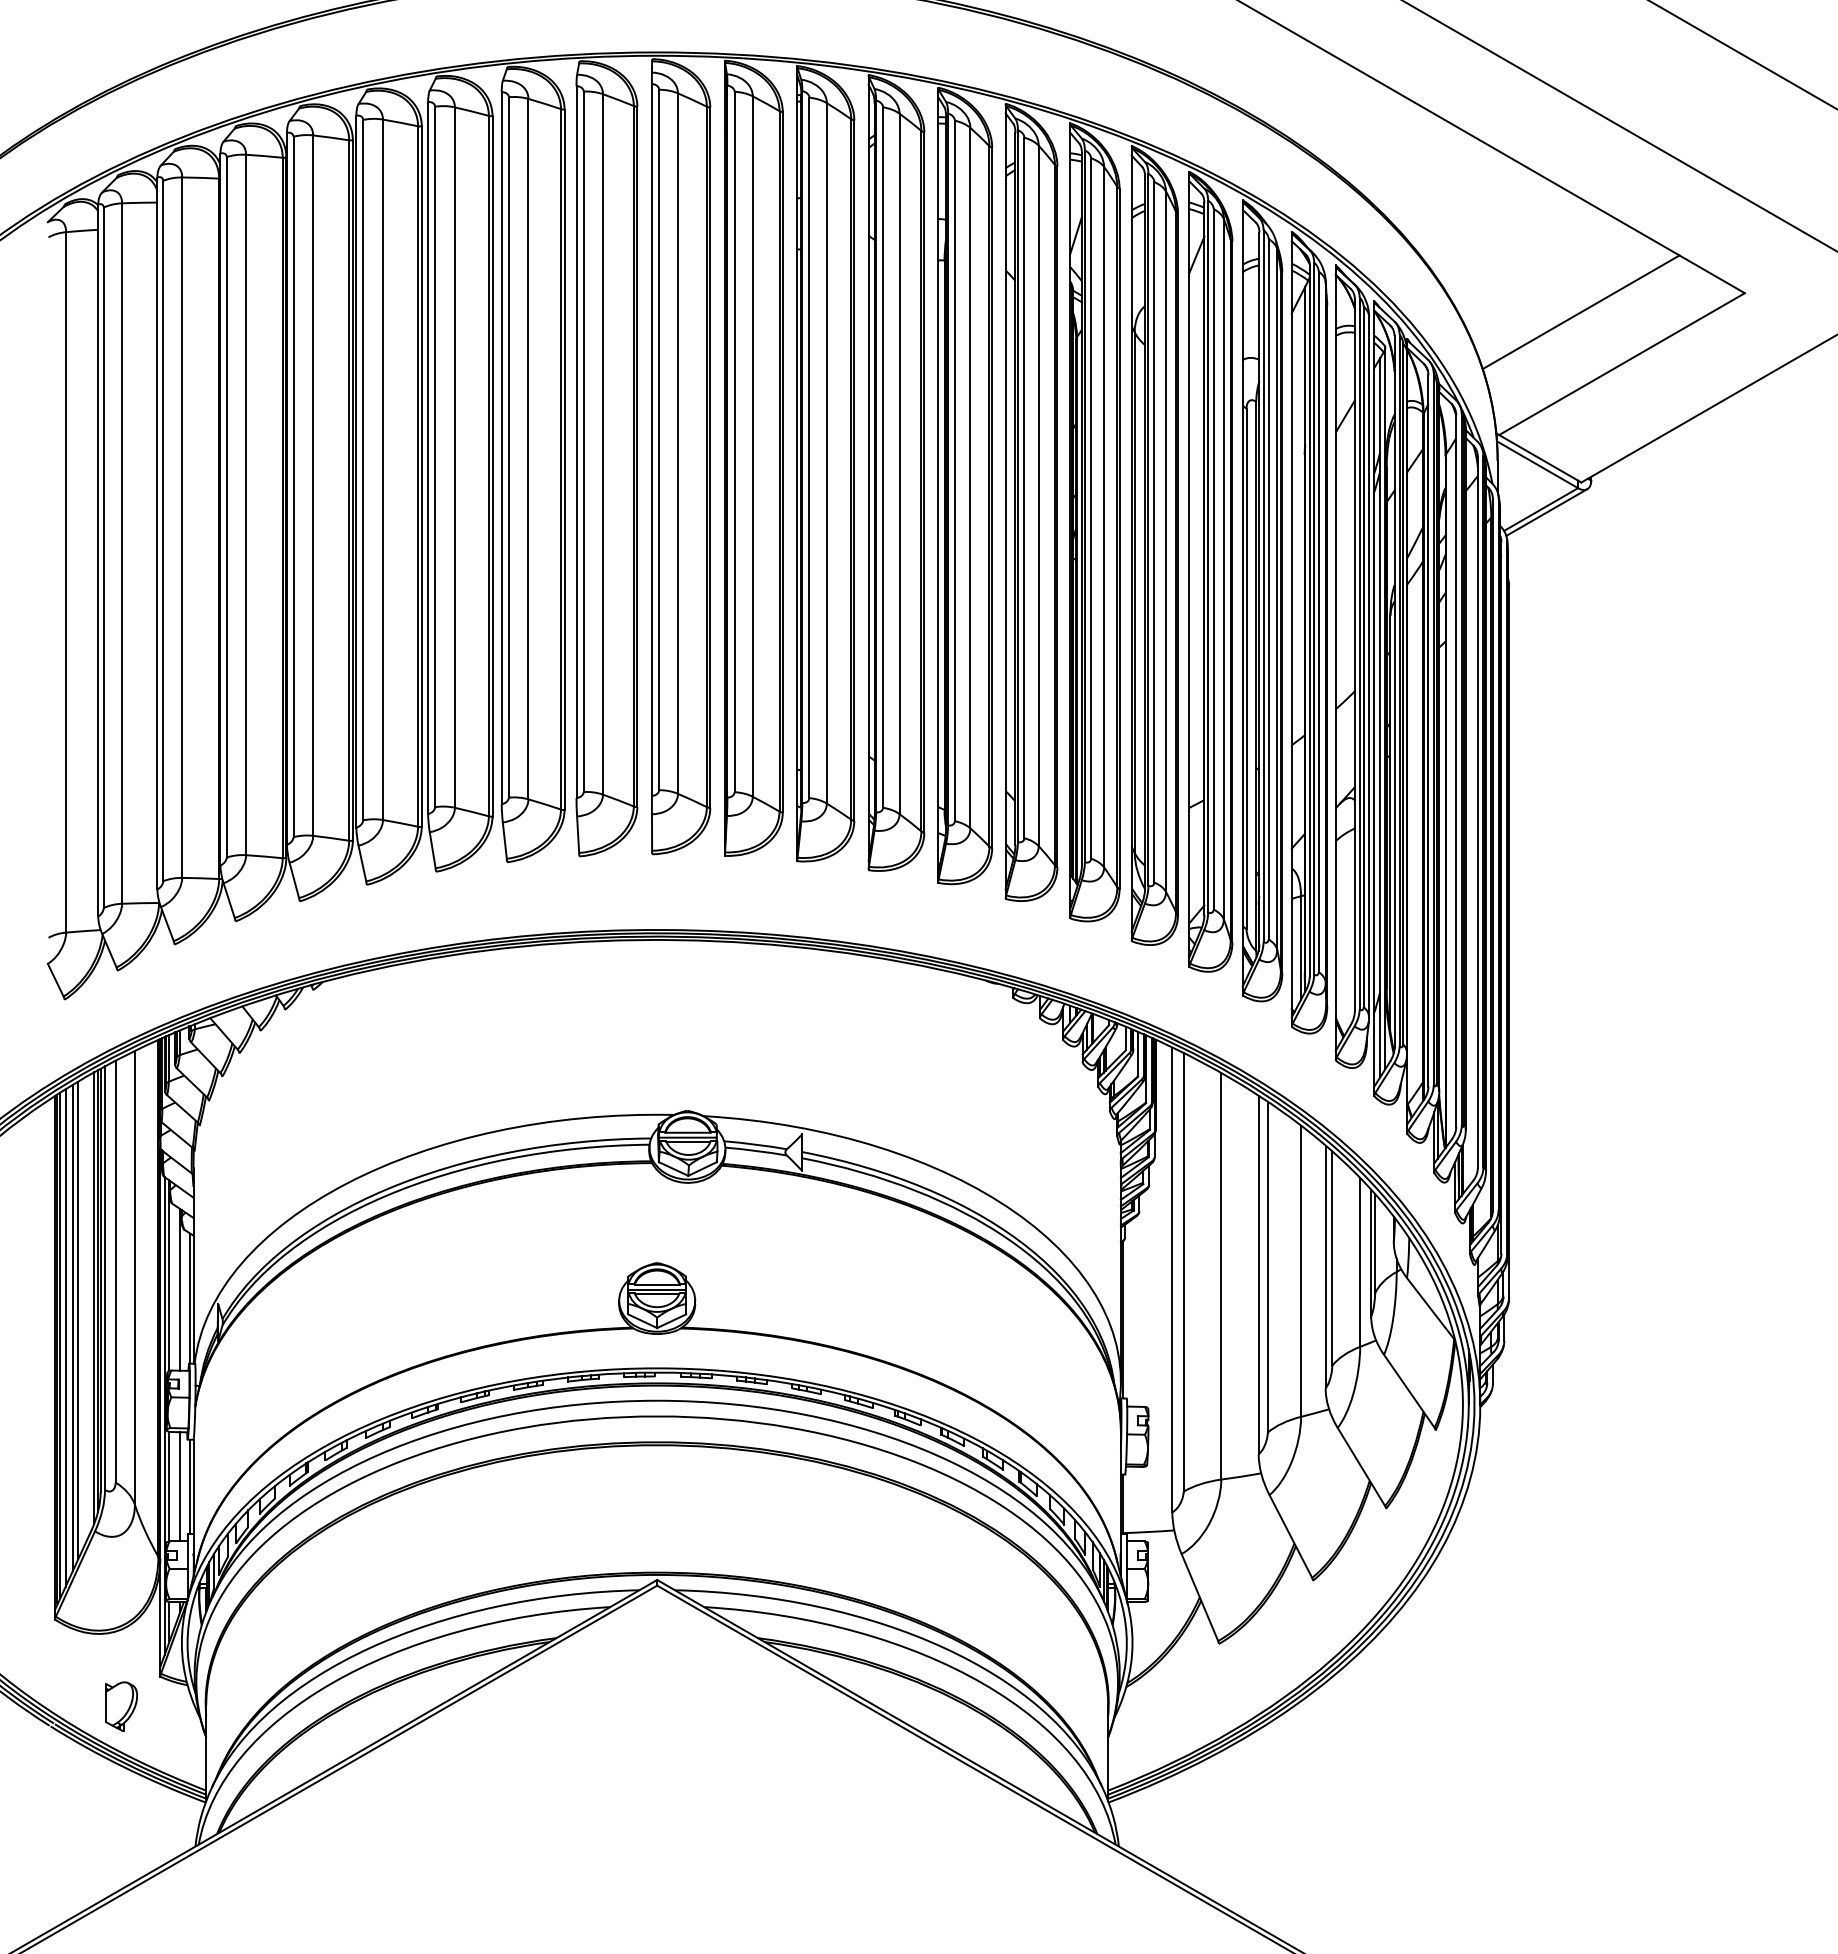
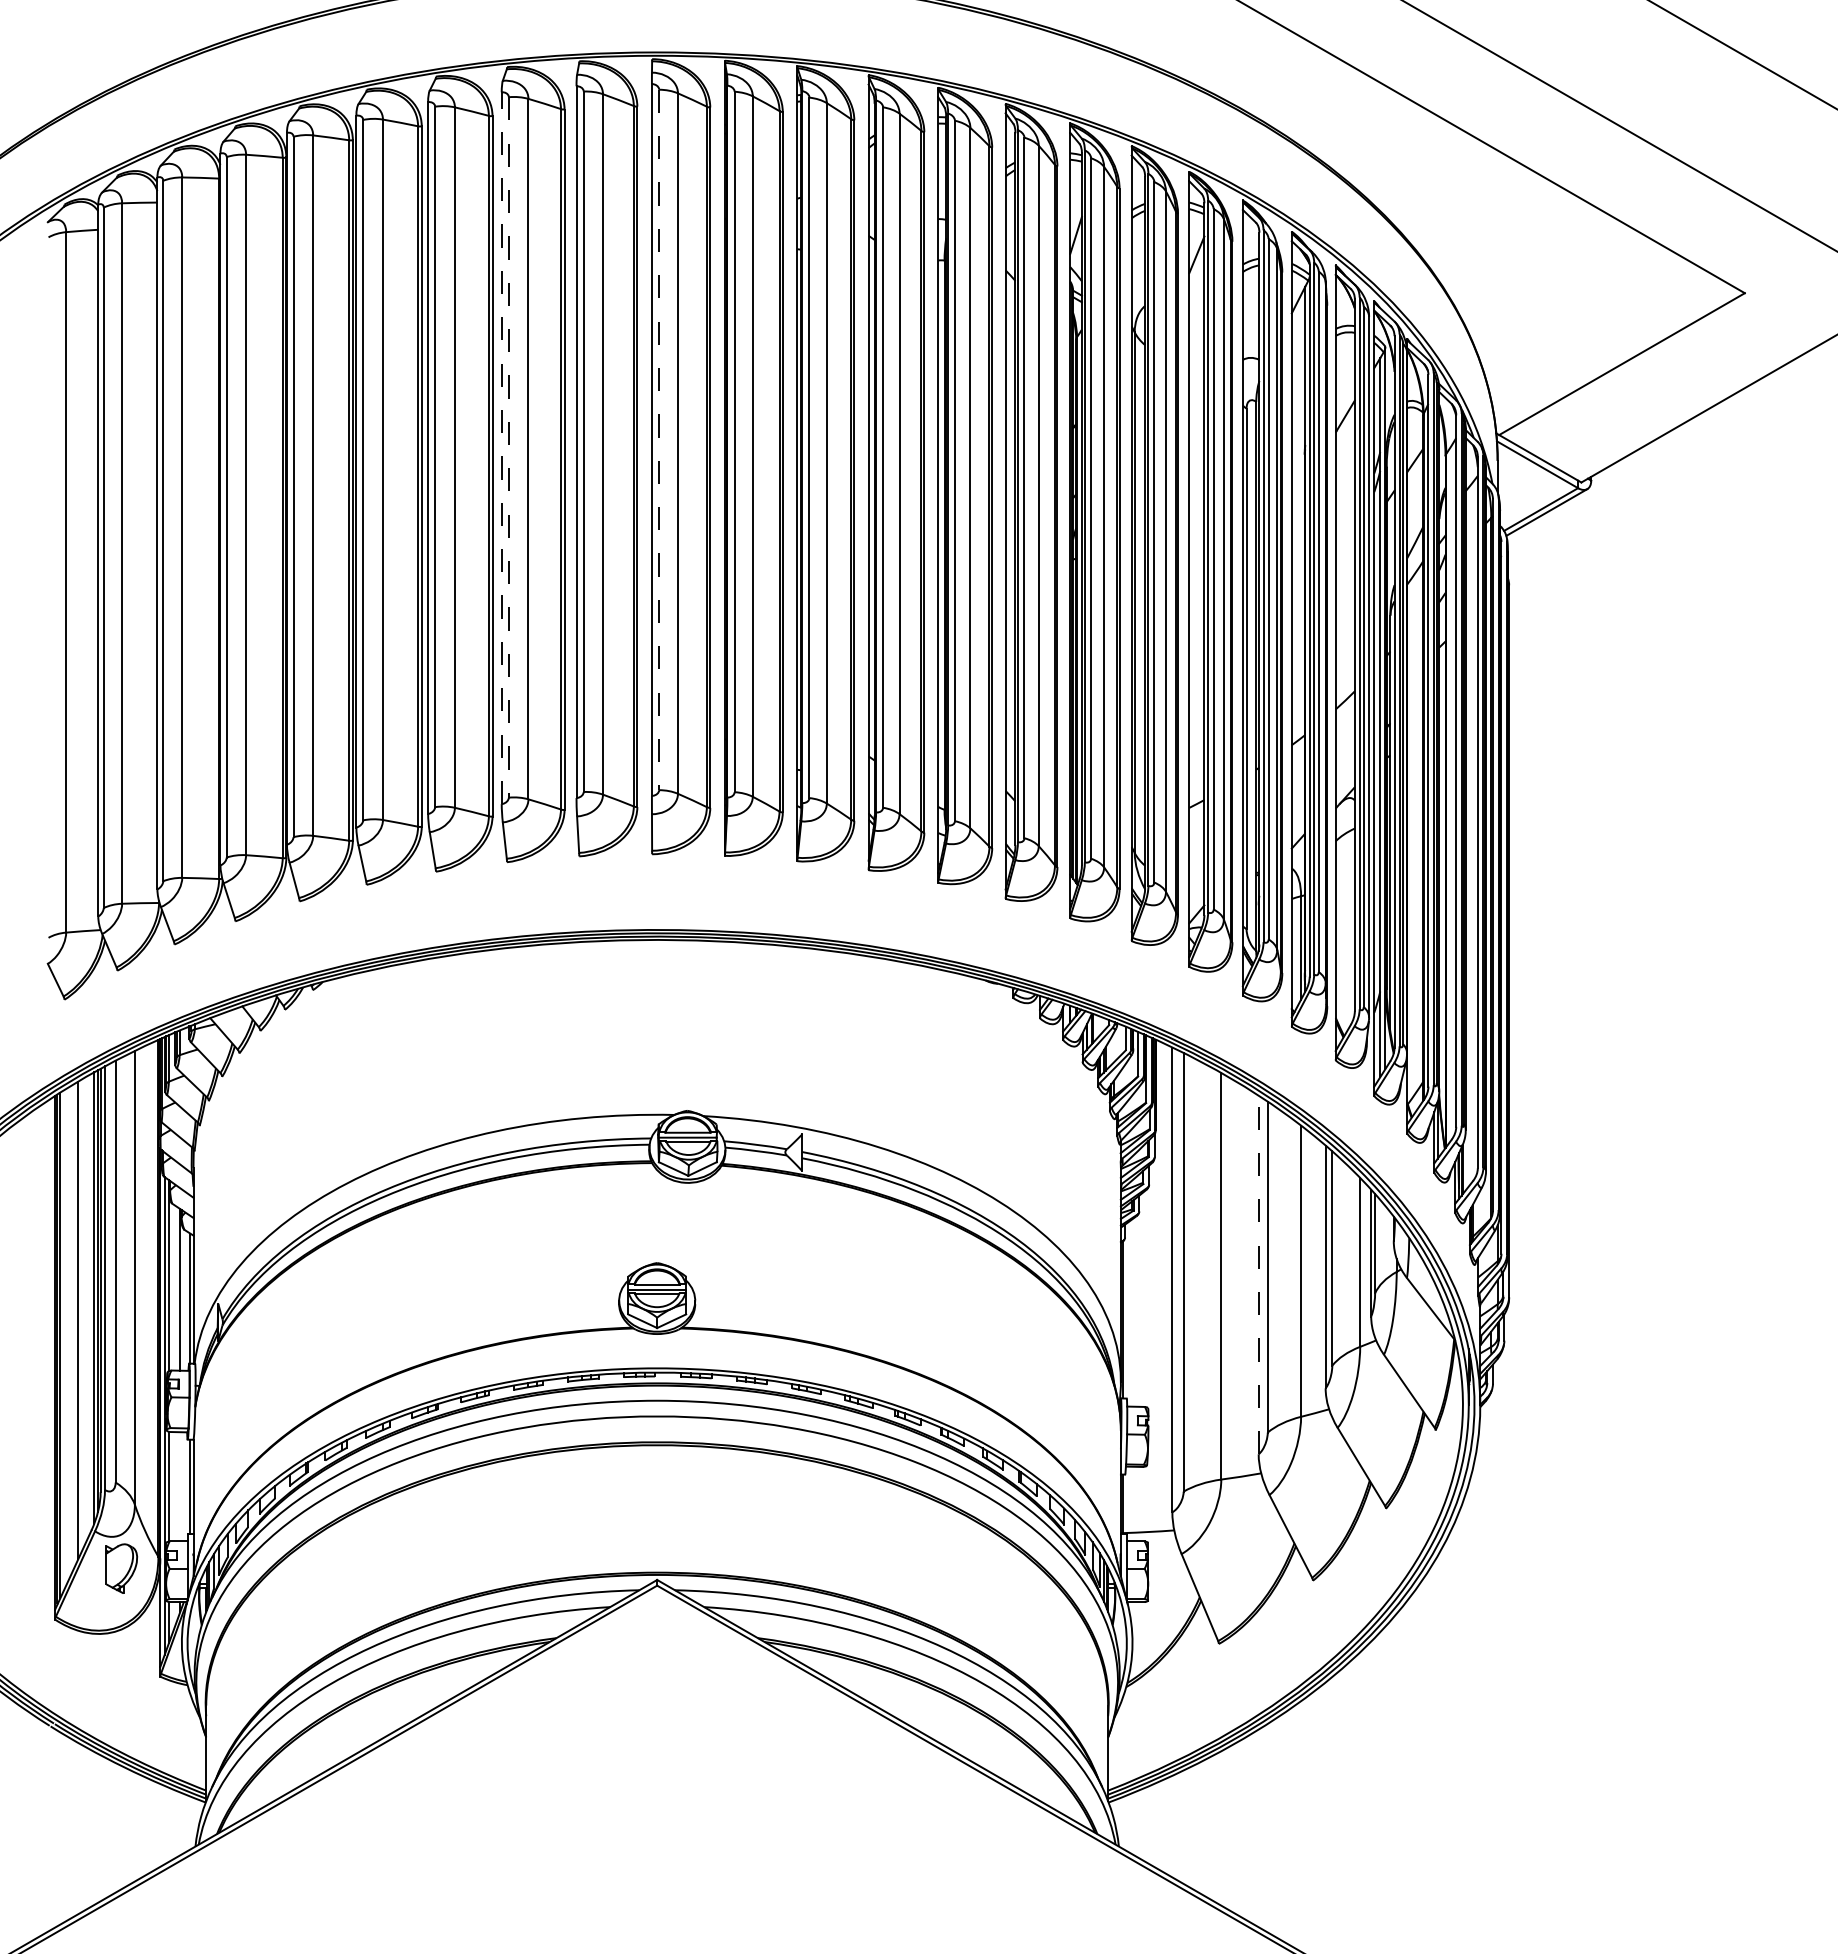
line at (1580, 312): present -> none
line at (659, 440): solid -> dashed
line at (508, 447): solid -> dashed
line at (501, 448): solid -> dashed
line at (1258, 1274): solid -> dashed
line at (73, 1327): present -> none
line at (65, 1337): present -> none
line at (180, 1486): present -> none
part at (121, 1706) position: (121, 1706) -> (121, 1568)
